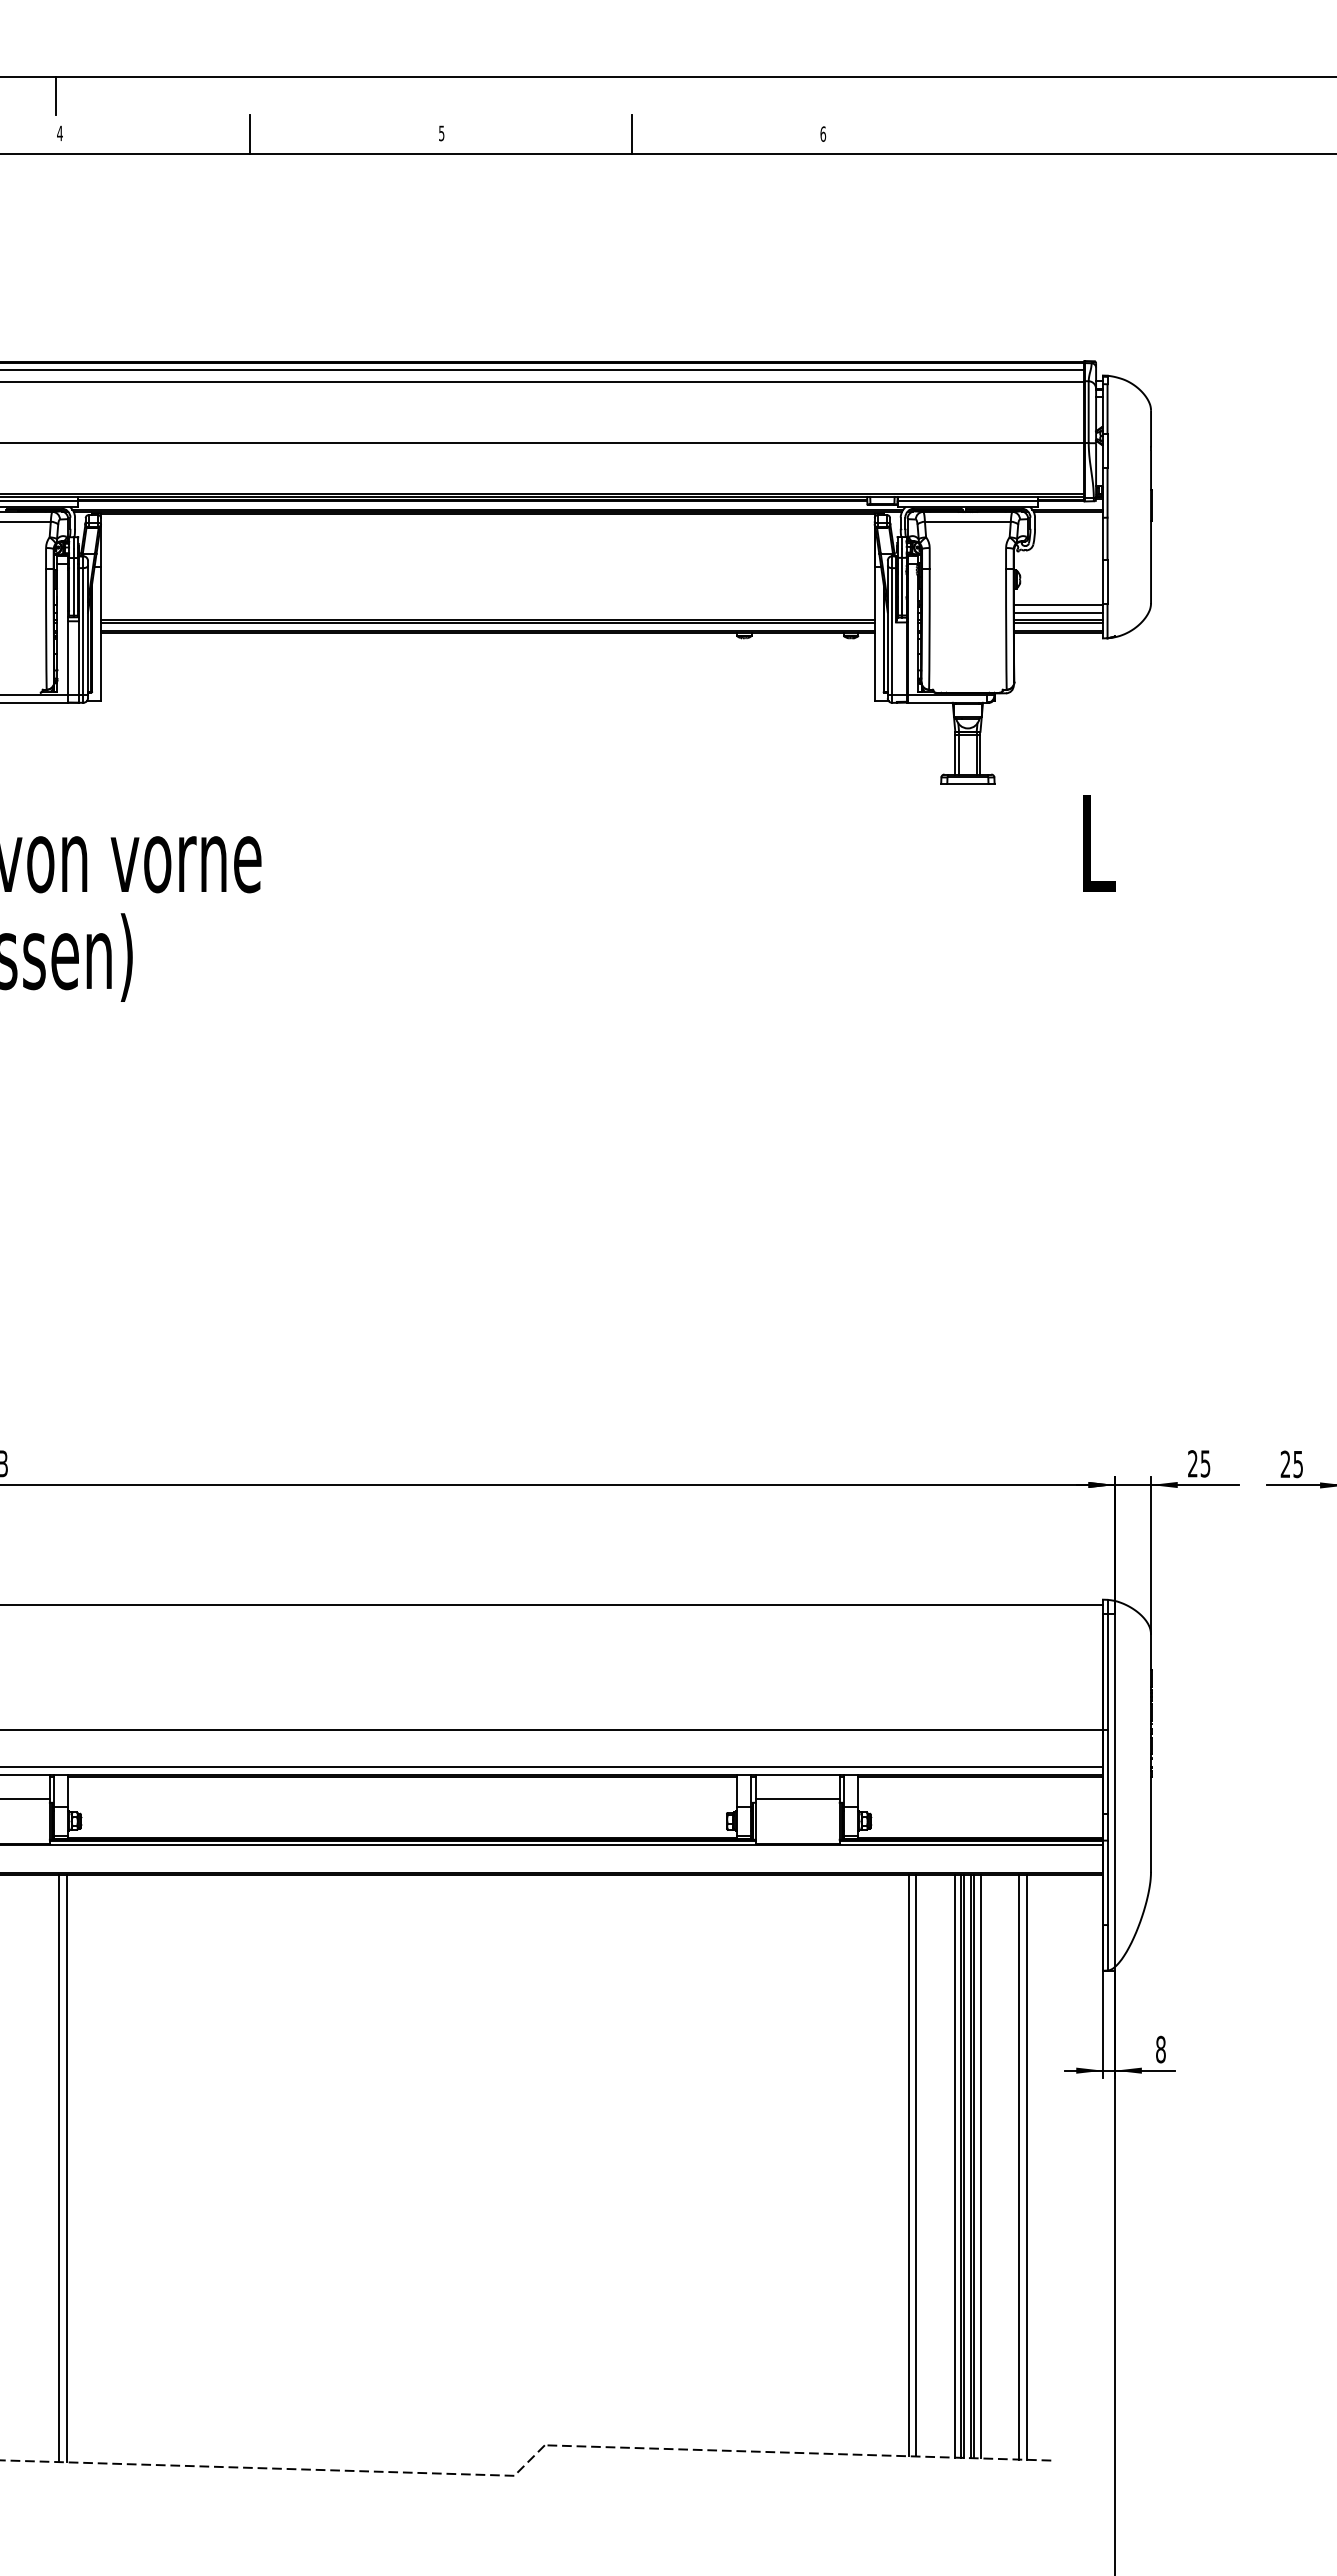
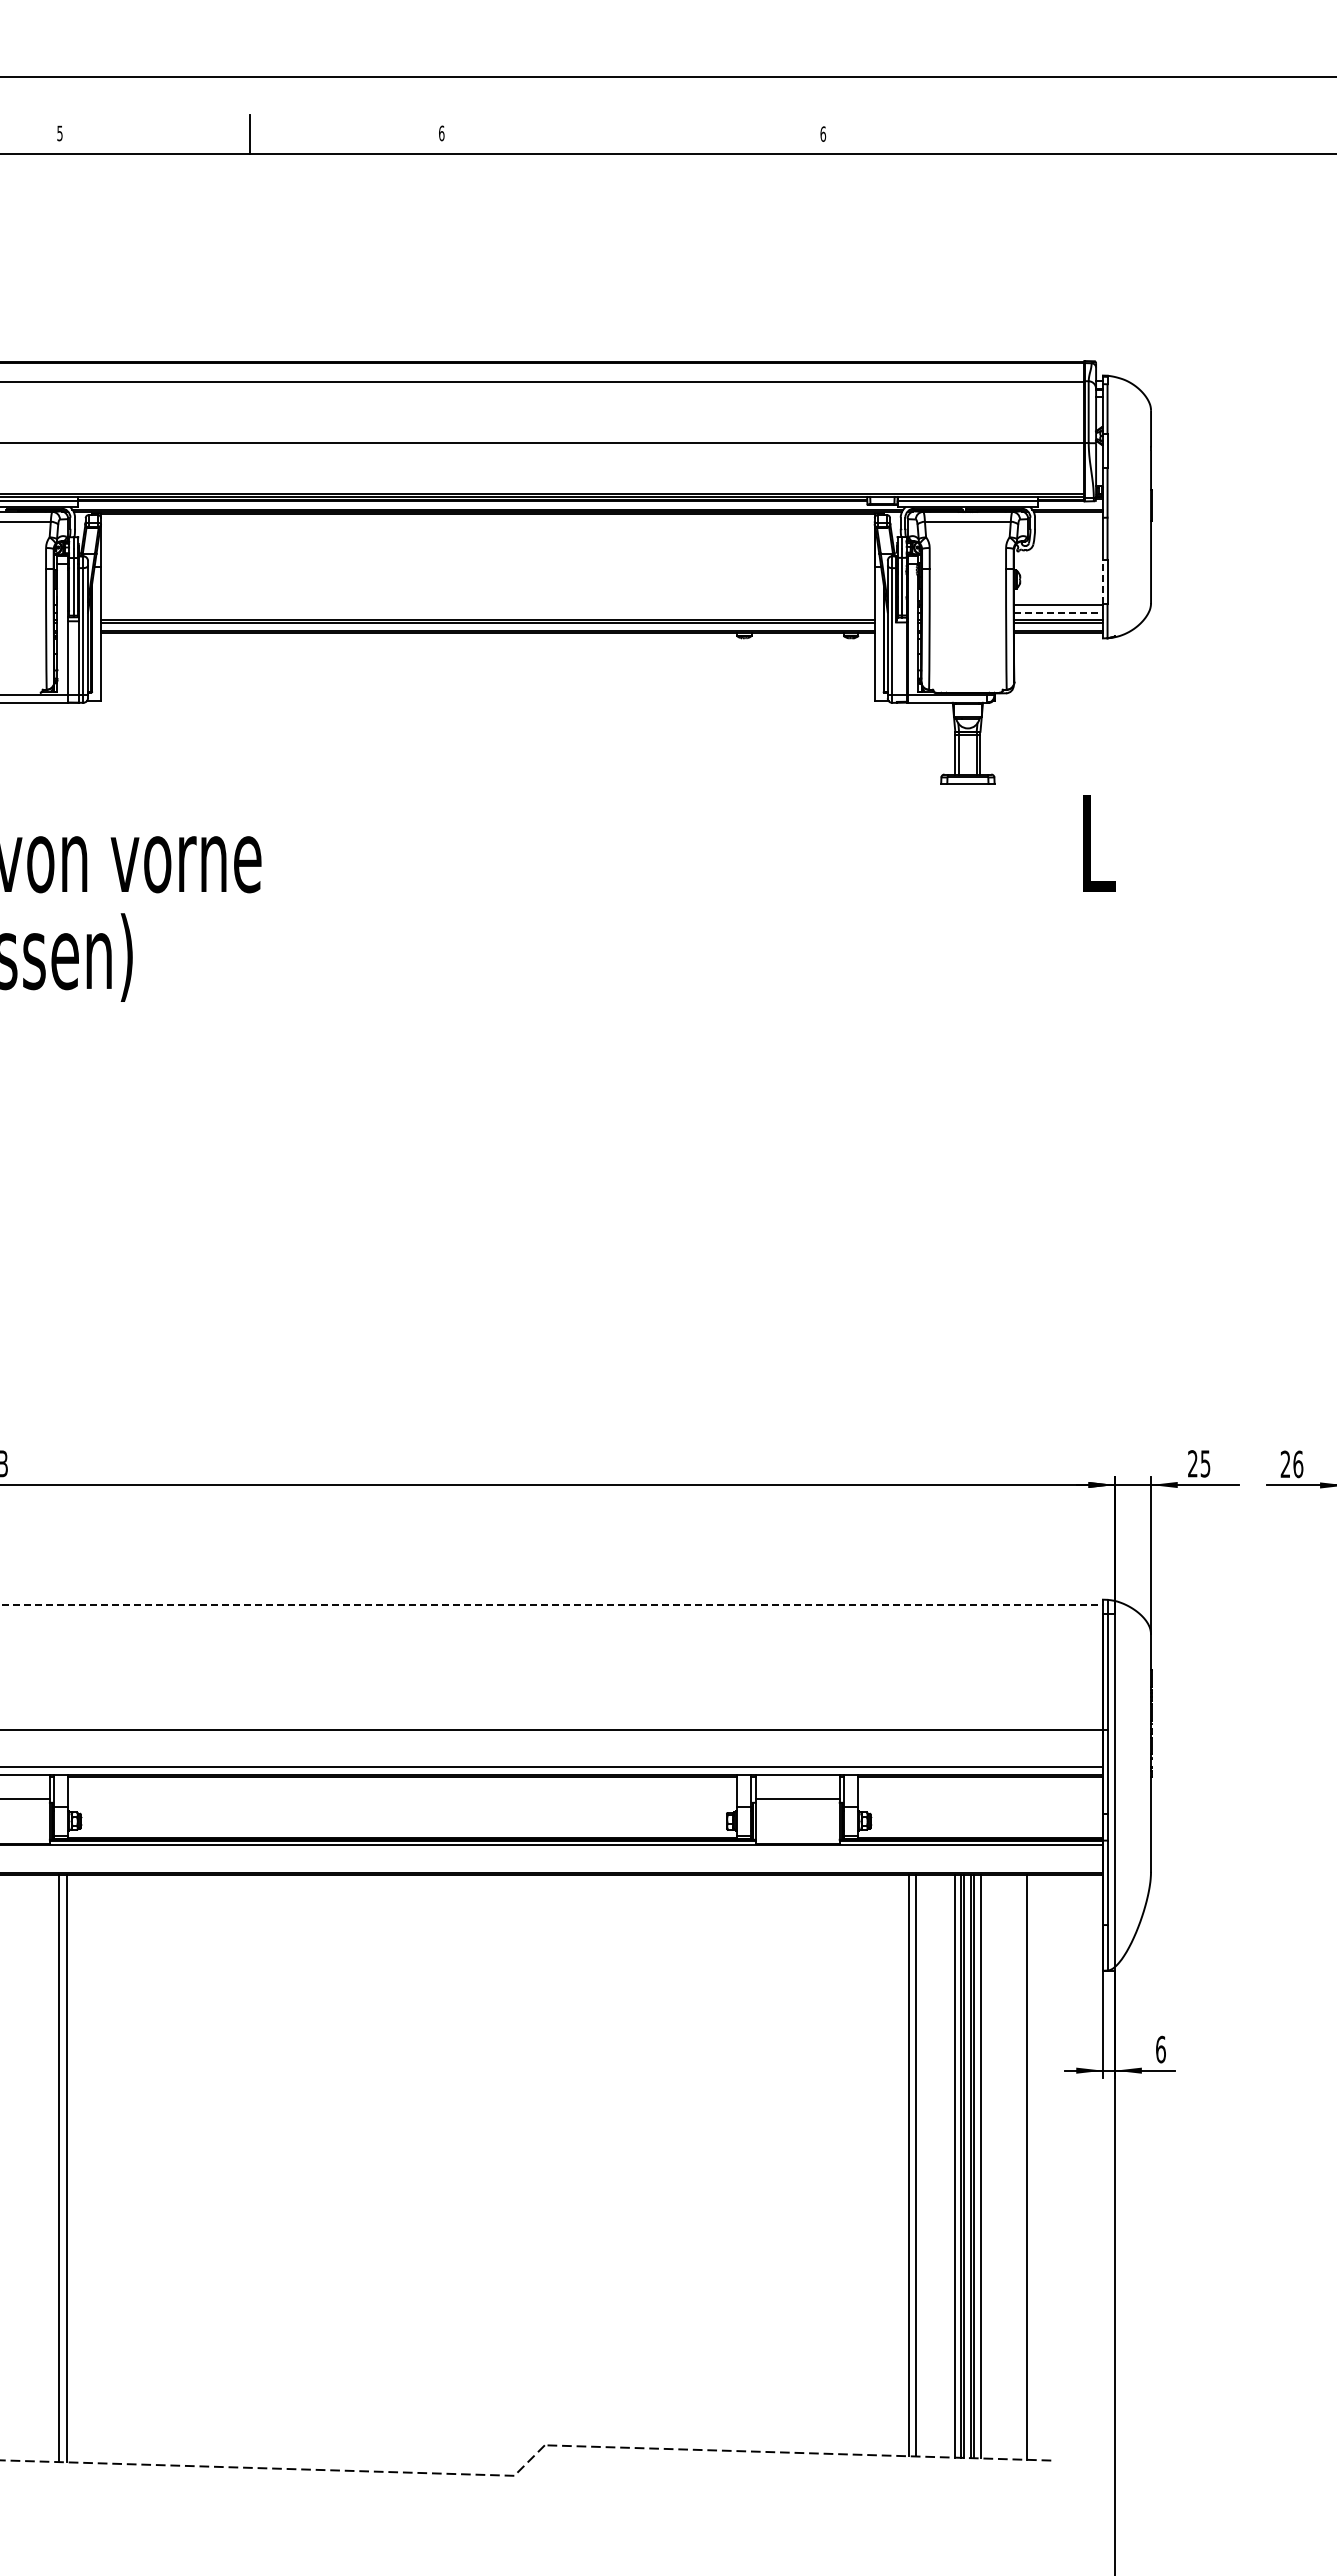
line at (55, 96): present -> none
text at (59, 133): 4 -> 5
text at (441, 133): 5 -> 6
line at (632, 134): present -> none
line at (542, 370): present -> none
line at (1102, 581): solid -> dashed
line at (1059, 613): solid -> dashed
text at (1298, 1464): 25 -> 26
line at (552, 1605): solid -> dashed
text at (1160, 2049): 8 -> 6
line at (1019, 2167): present -> none
